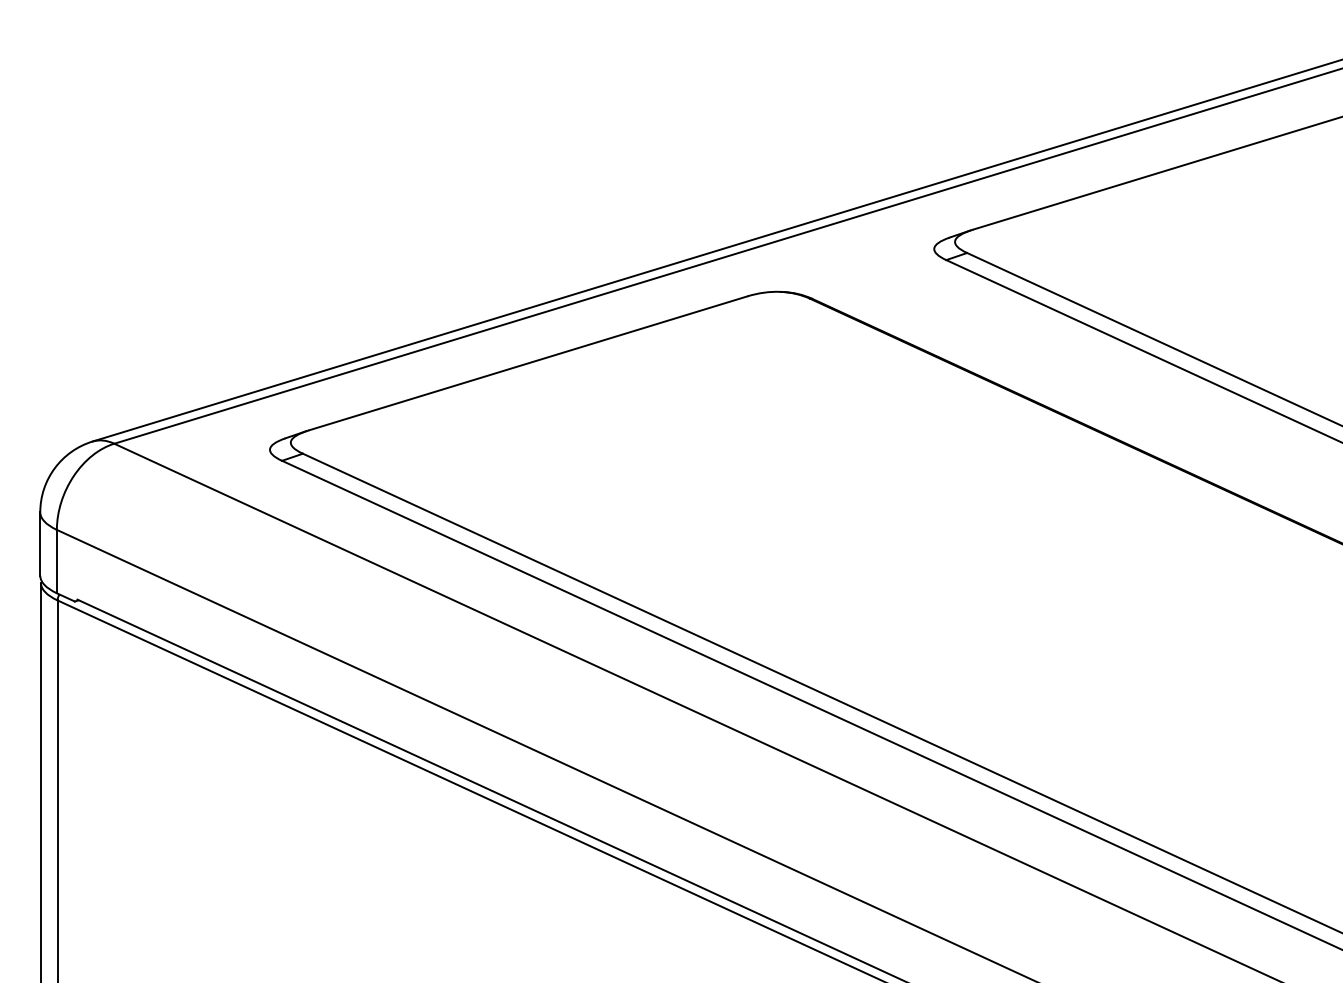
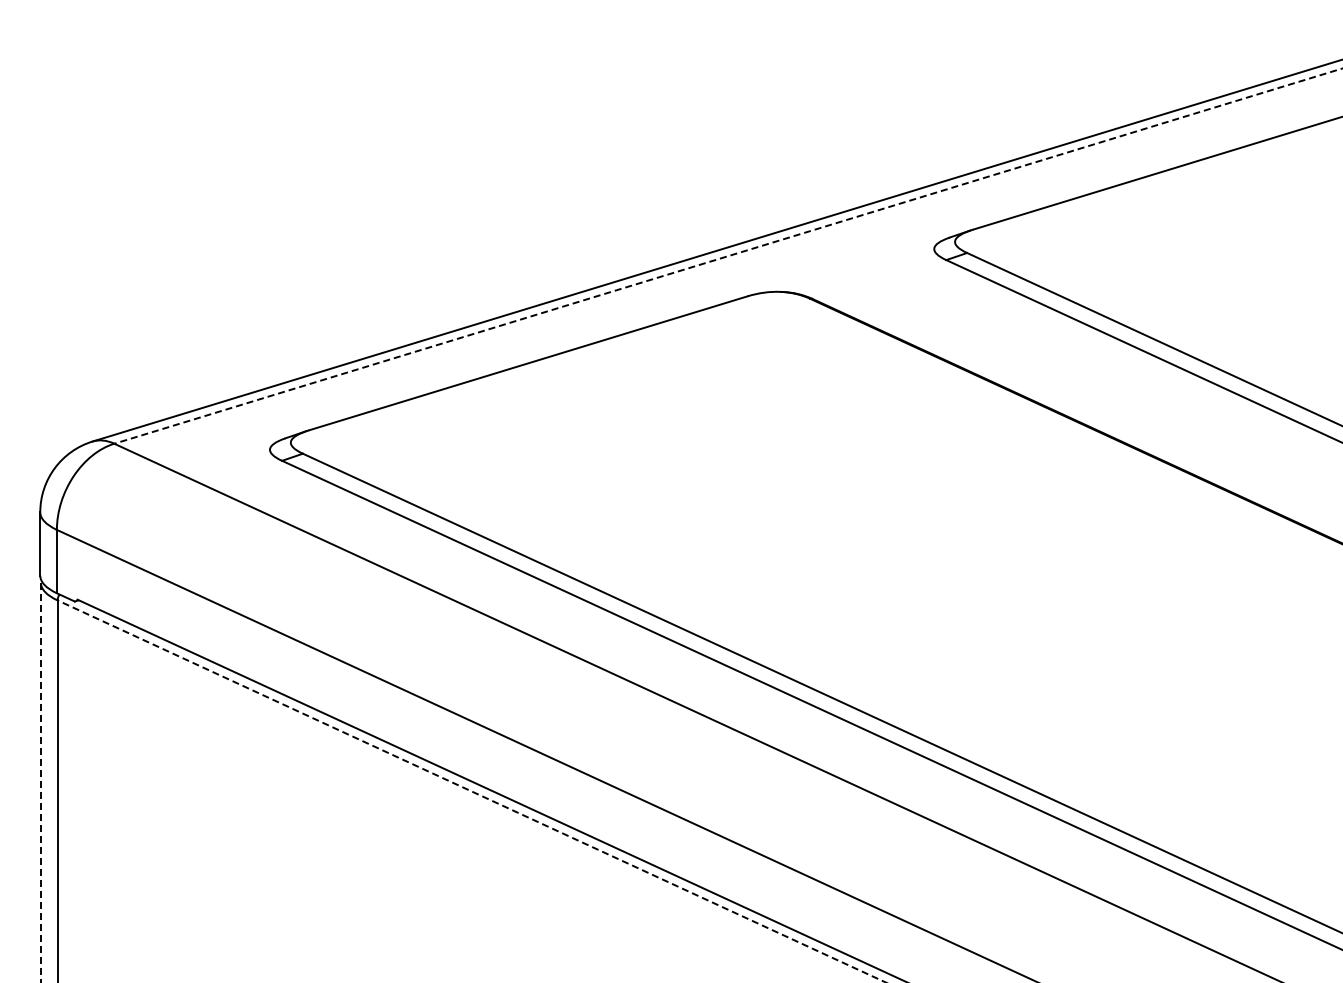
line at (728, 256): solid -> dashed
line at (40, 782): solid -> dashed
line at (471, 791): solid -> dashed
